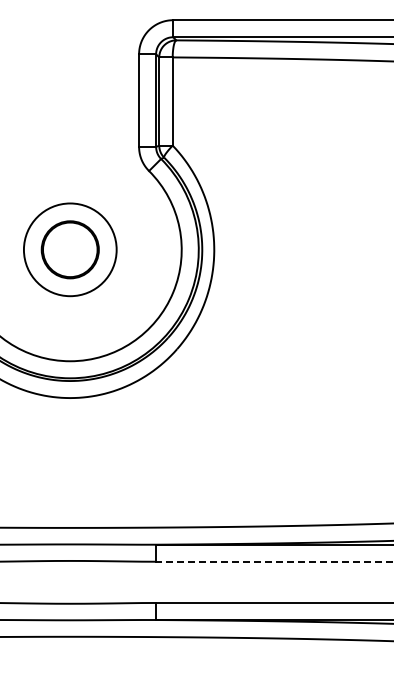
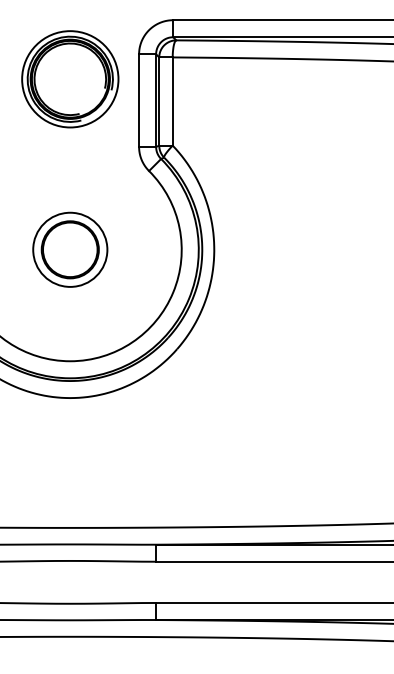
part at (70, 79): none -> present
circle at (69, 249) diameter: 93 px -> 74 px
line at (274, 561): dashed -> solid
